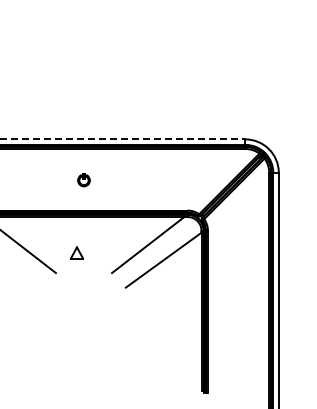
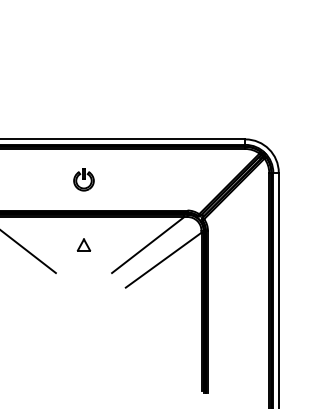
line at (123, 139): dashed -> solid
part at (83, 180) size: 14x15 px -> 22x24 px
part at (76, 252) position: (76, 252) -> (83, 244)
